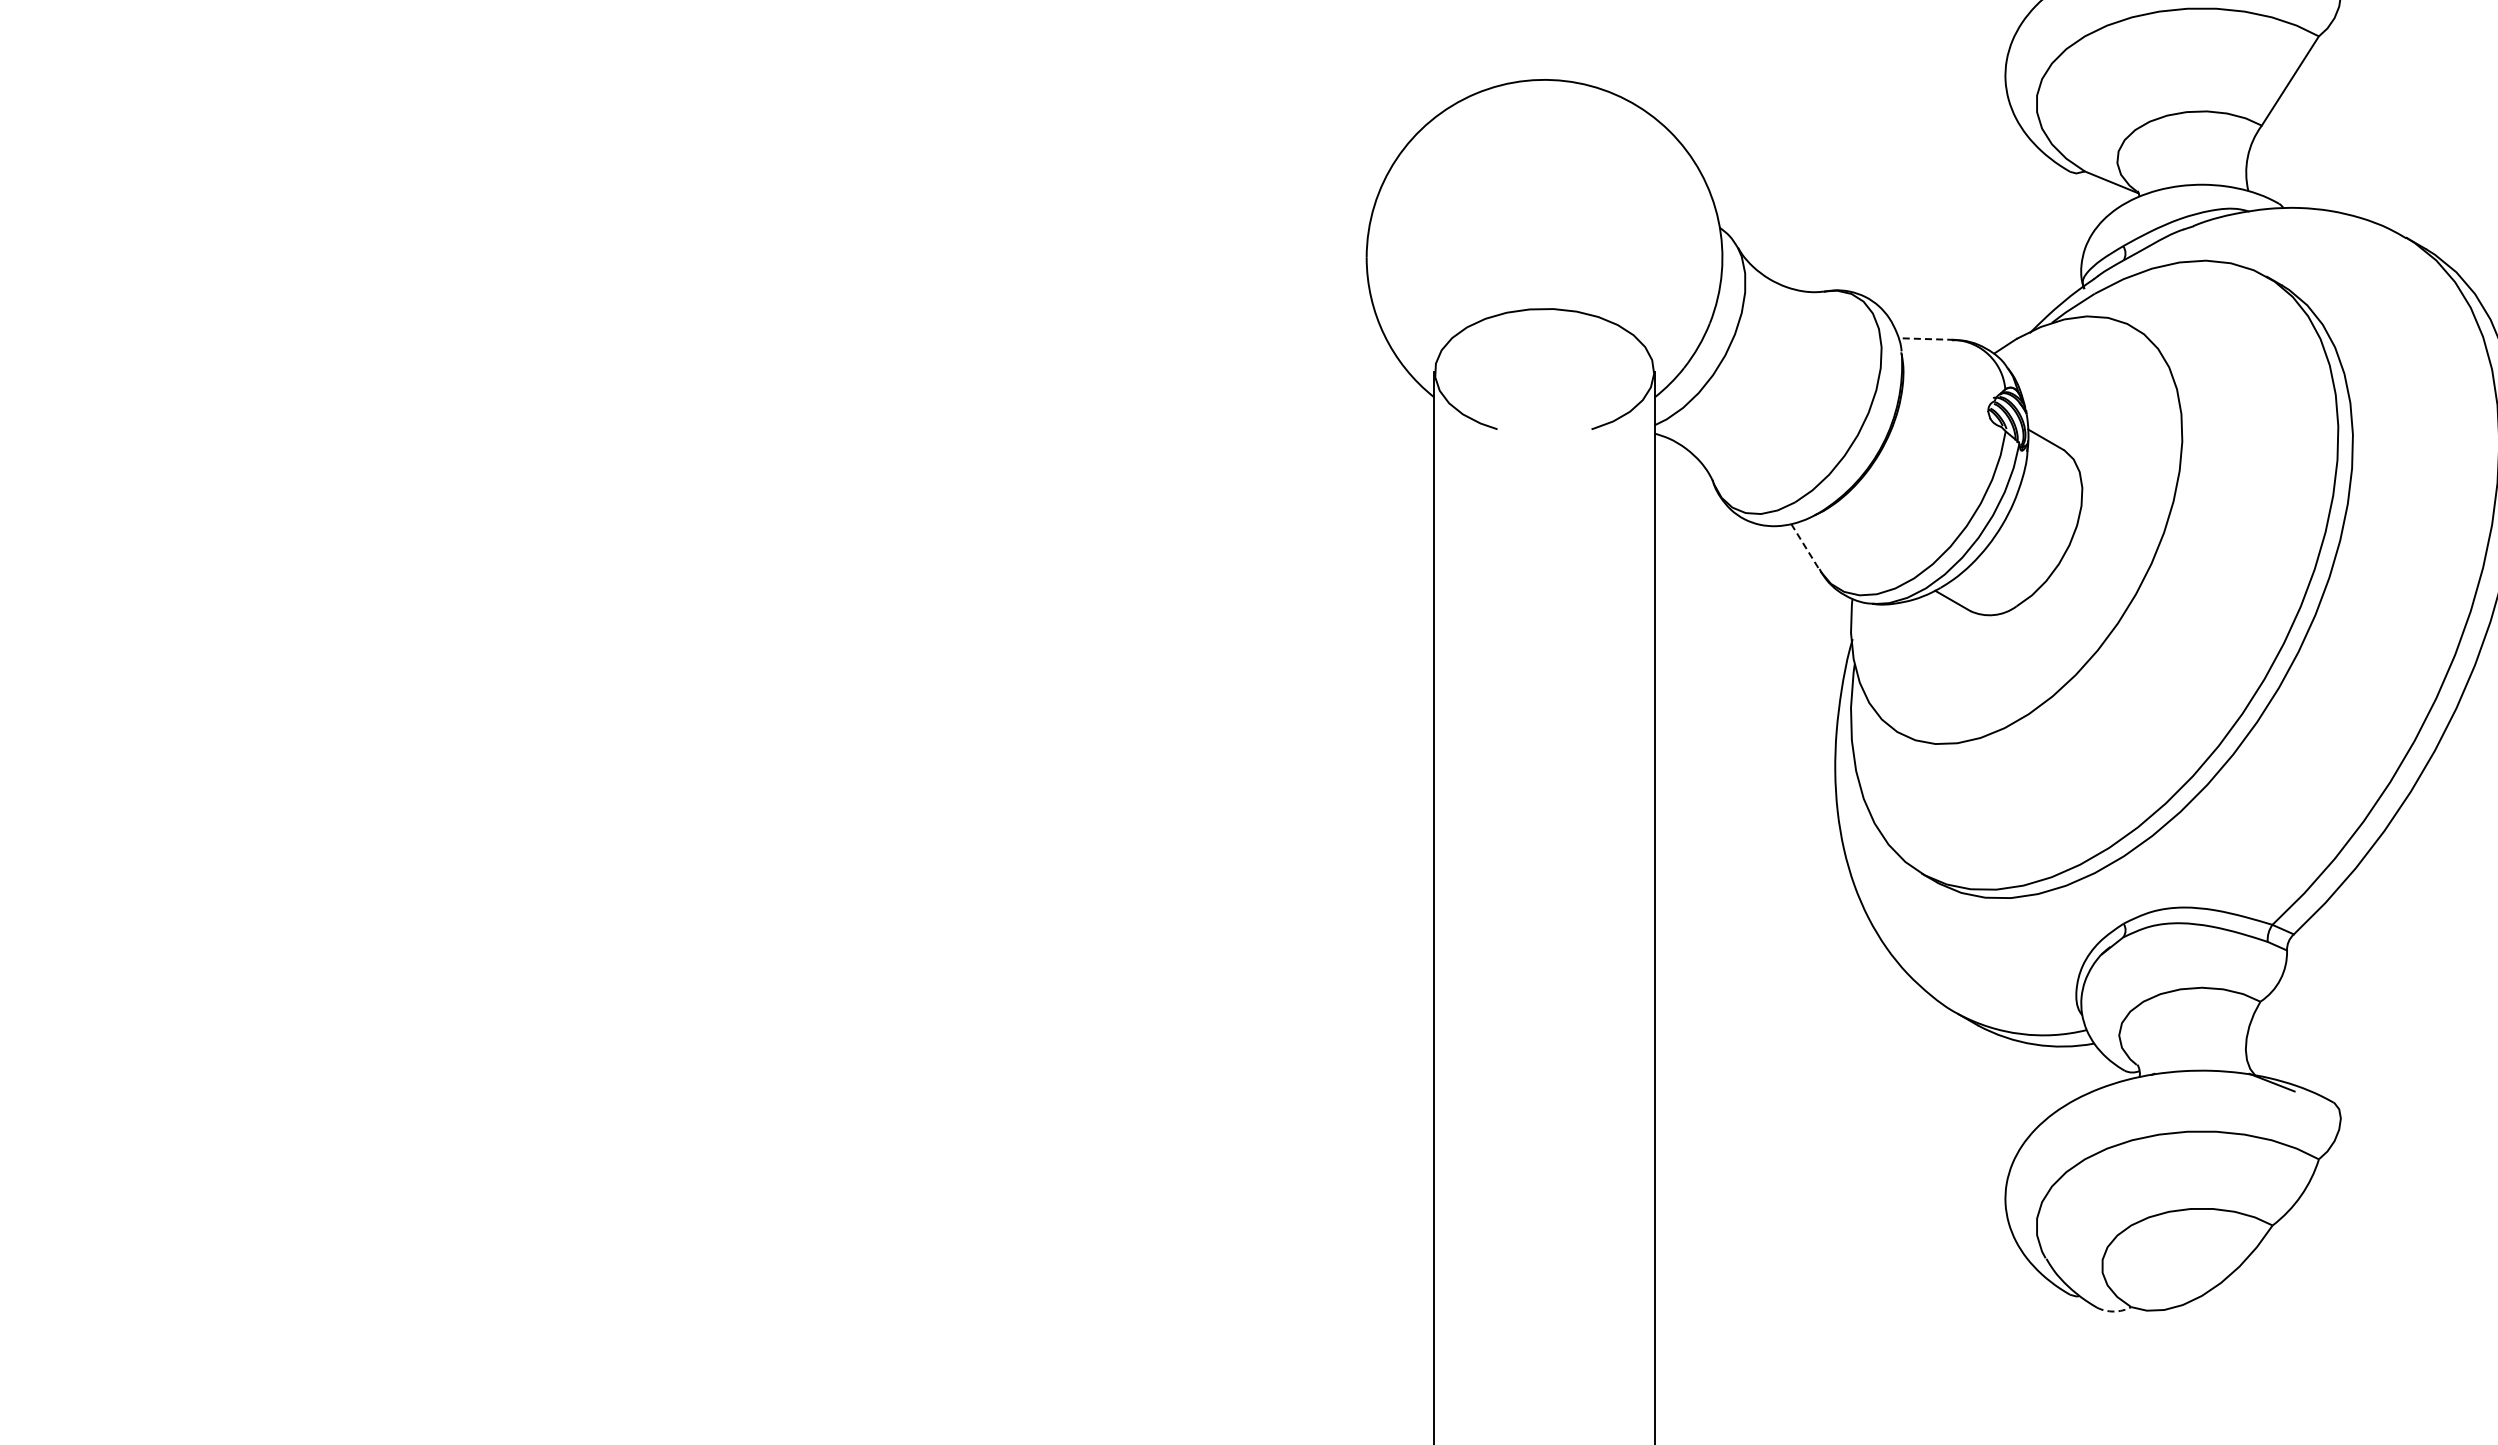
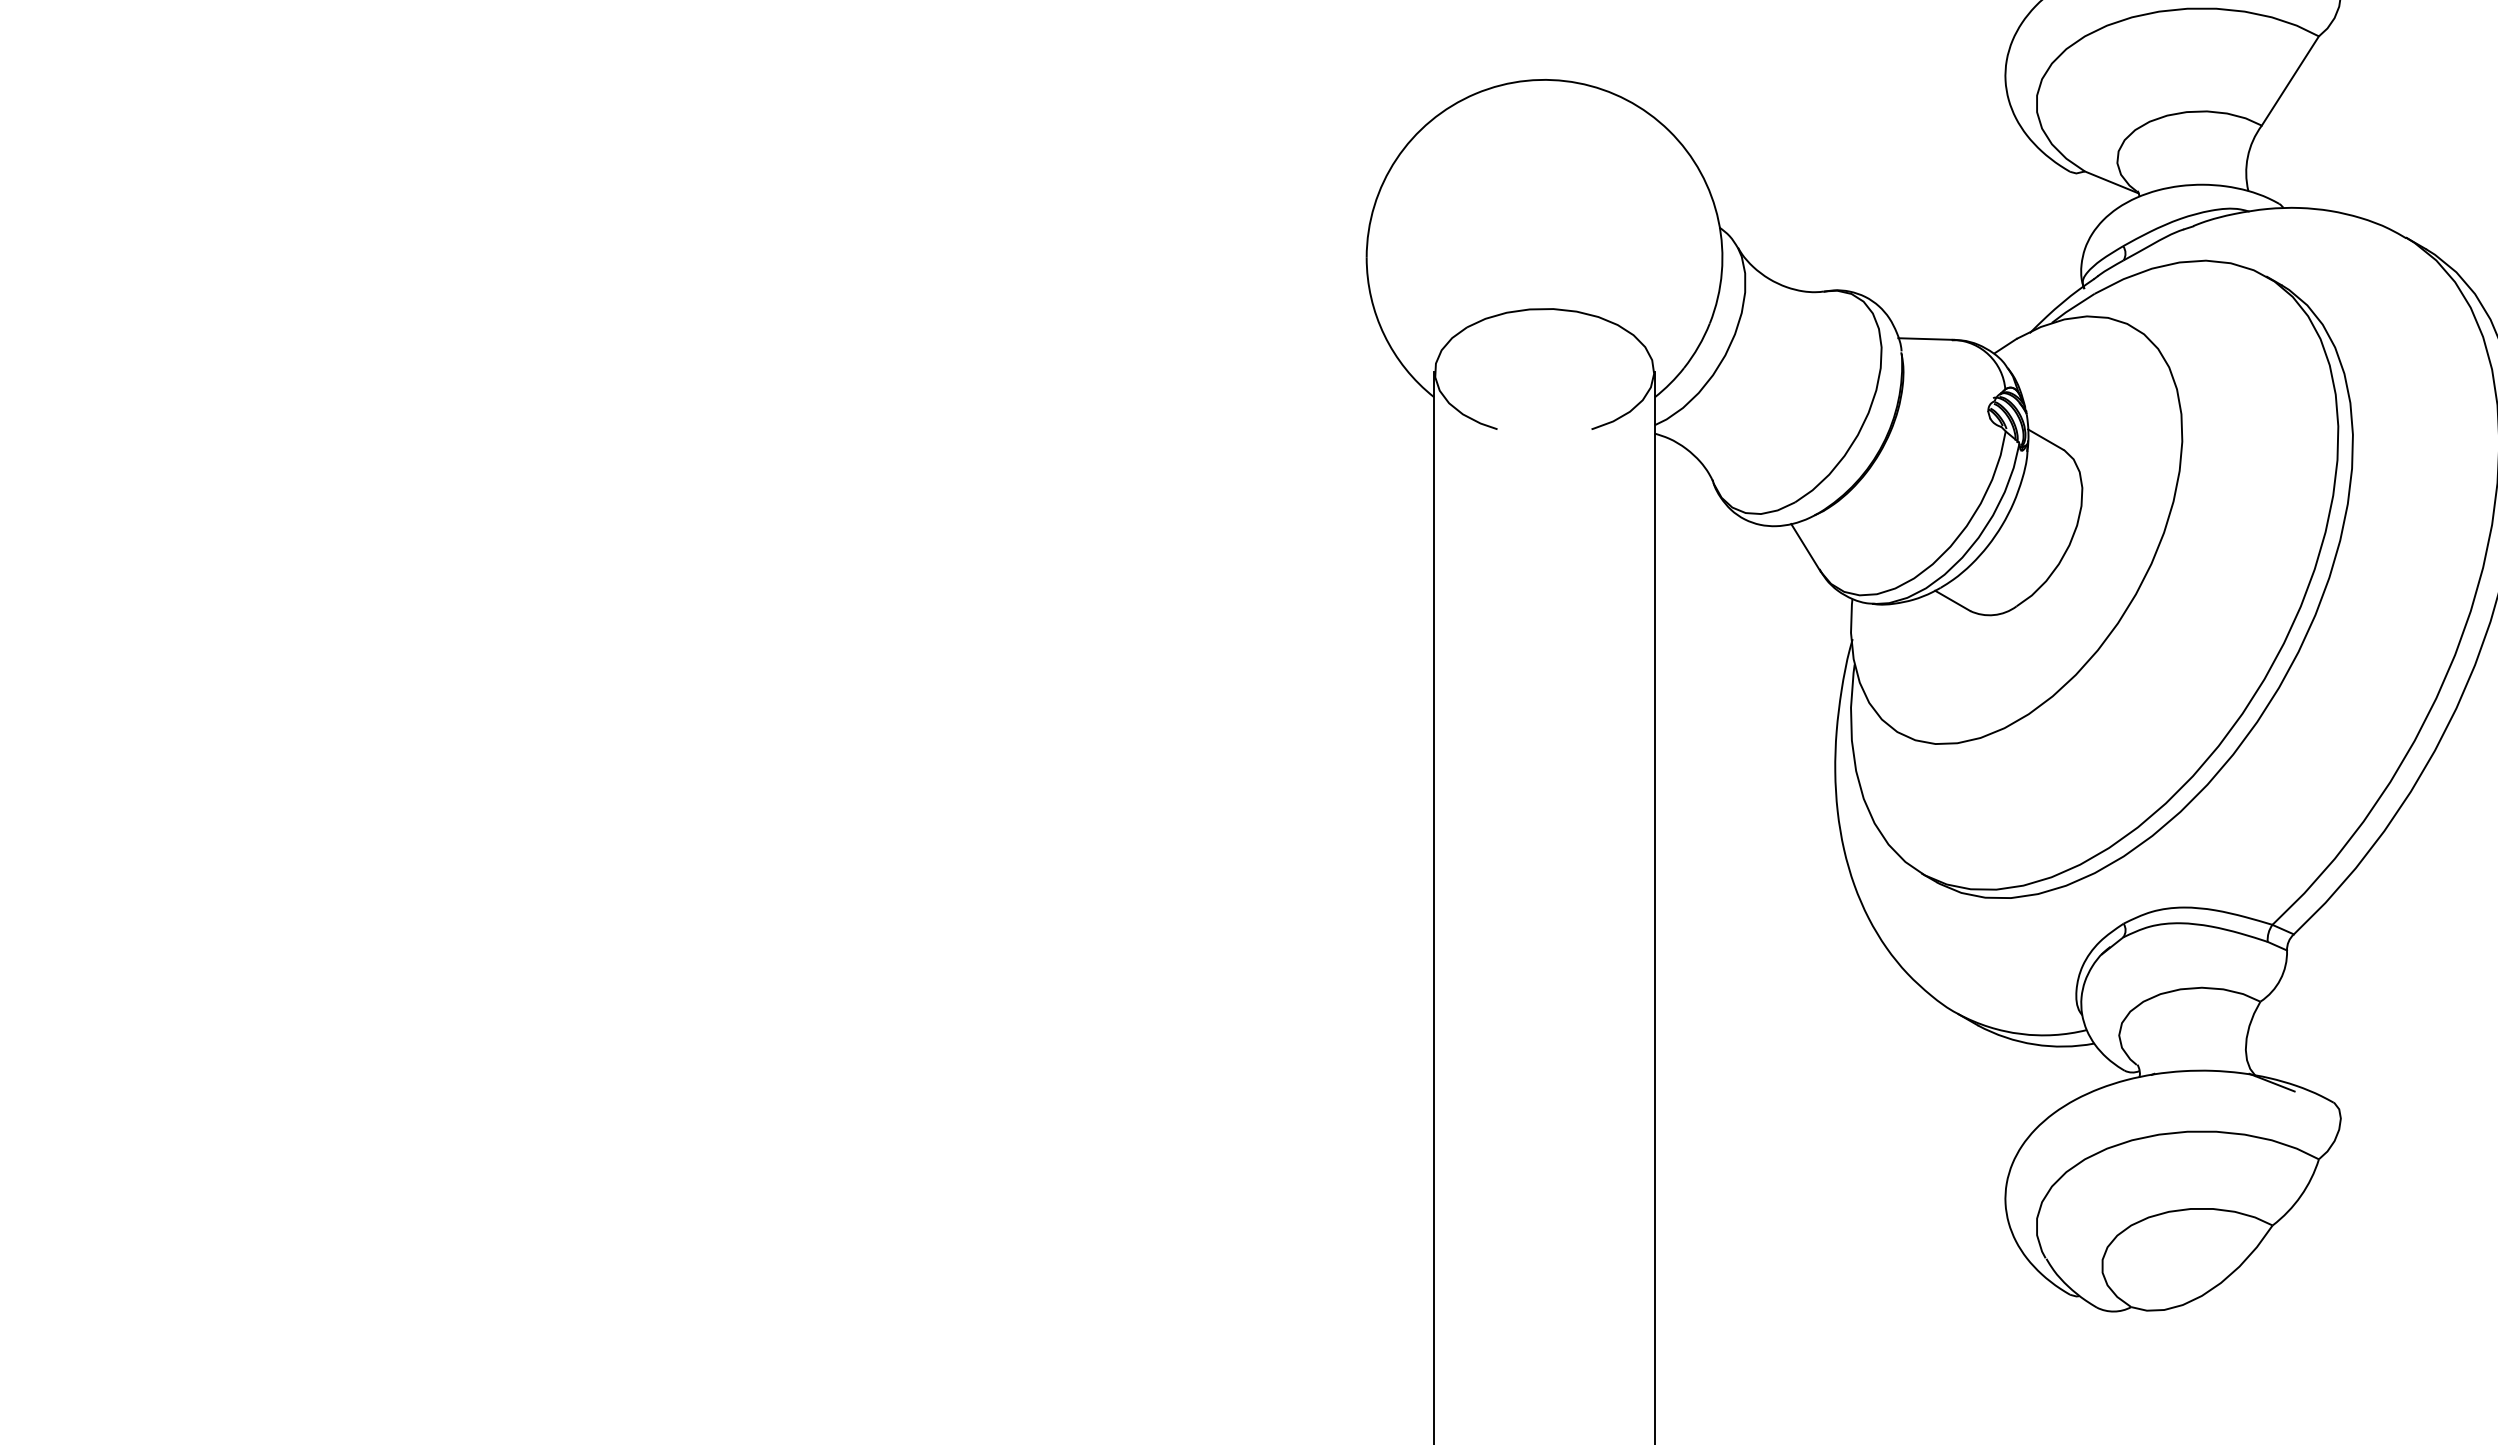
line at (1926, 339): dashed -> solid
line at (1805, 547): dashed -> solid
arc at (2114, 1311): dashed -> solid
